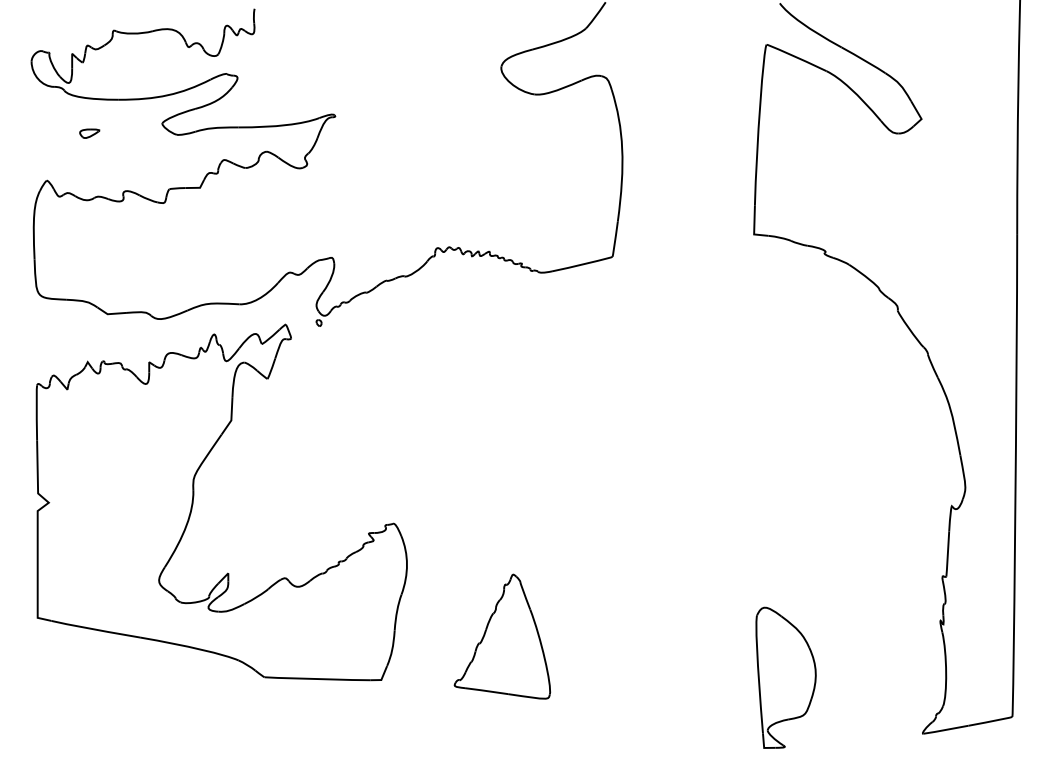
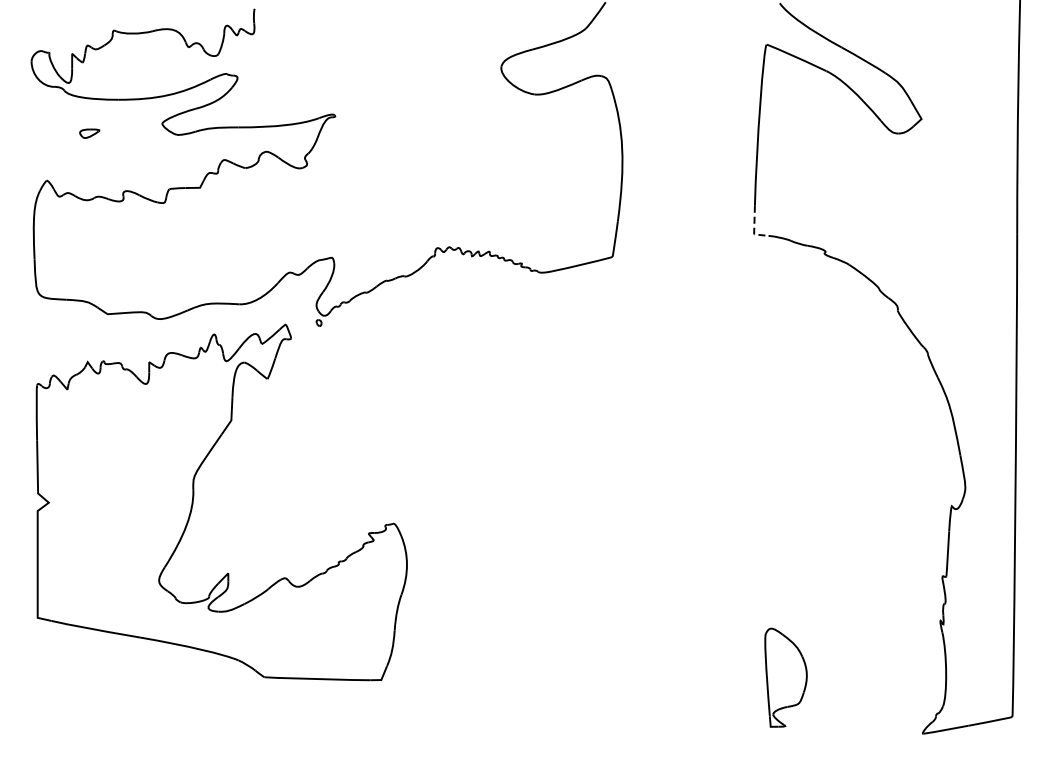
line at (754, 228): solid -> dashed
part at (502, 636): present -> none
part at (785, 677) size: 62x143 px -> 44x101 px
